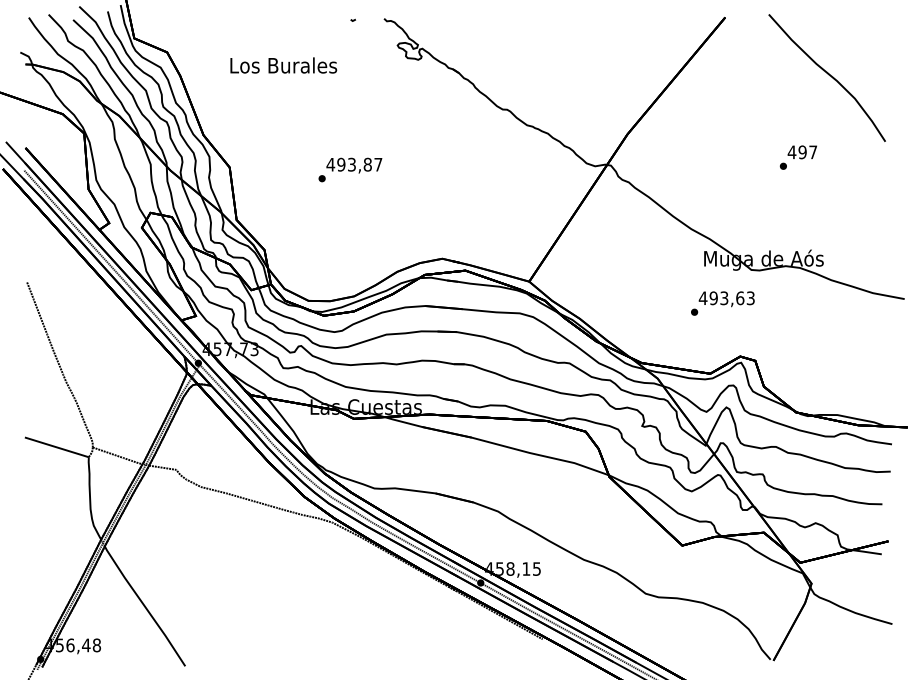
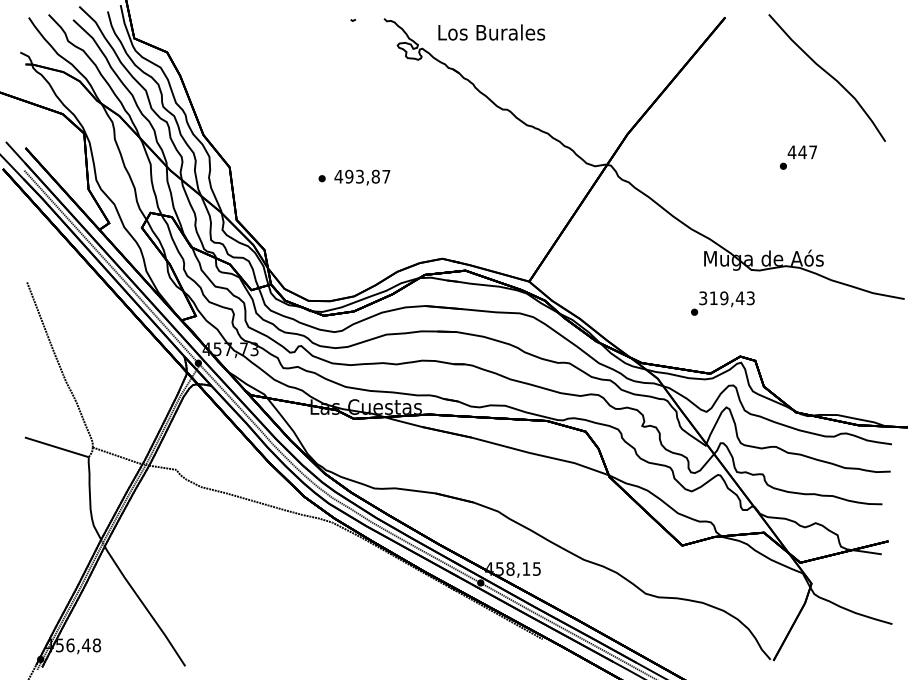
text at (283, 65) position: (283, 65) -> (491, 32)
text at (802, 152): 497 -> 447
text at (354, 165) position: (354, 165) -> (362, 177)
text at (721, 298): 493,63 -> 319,43
